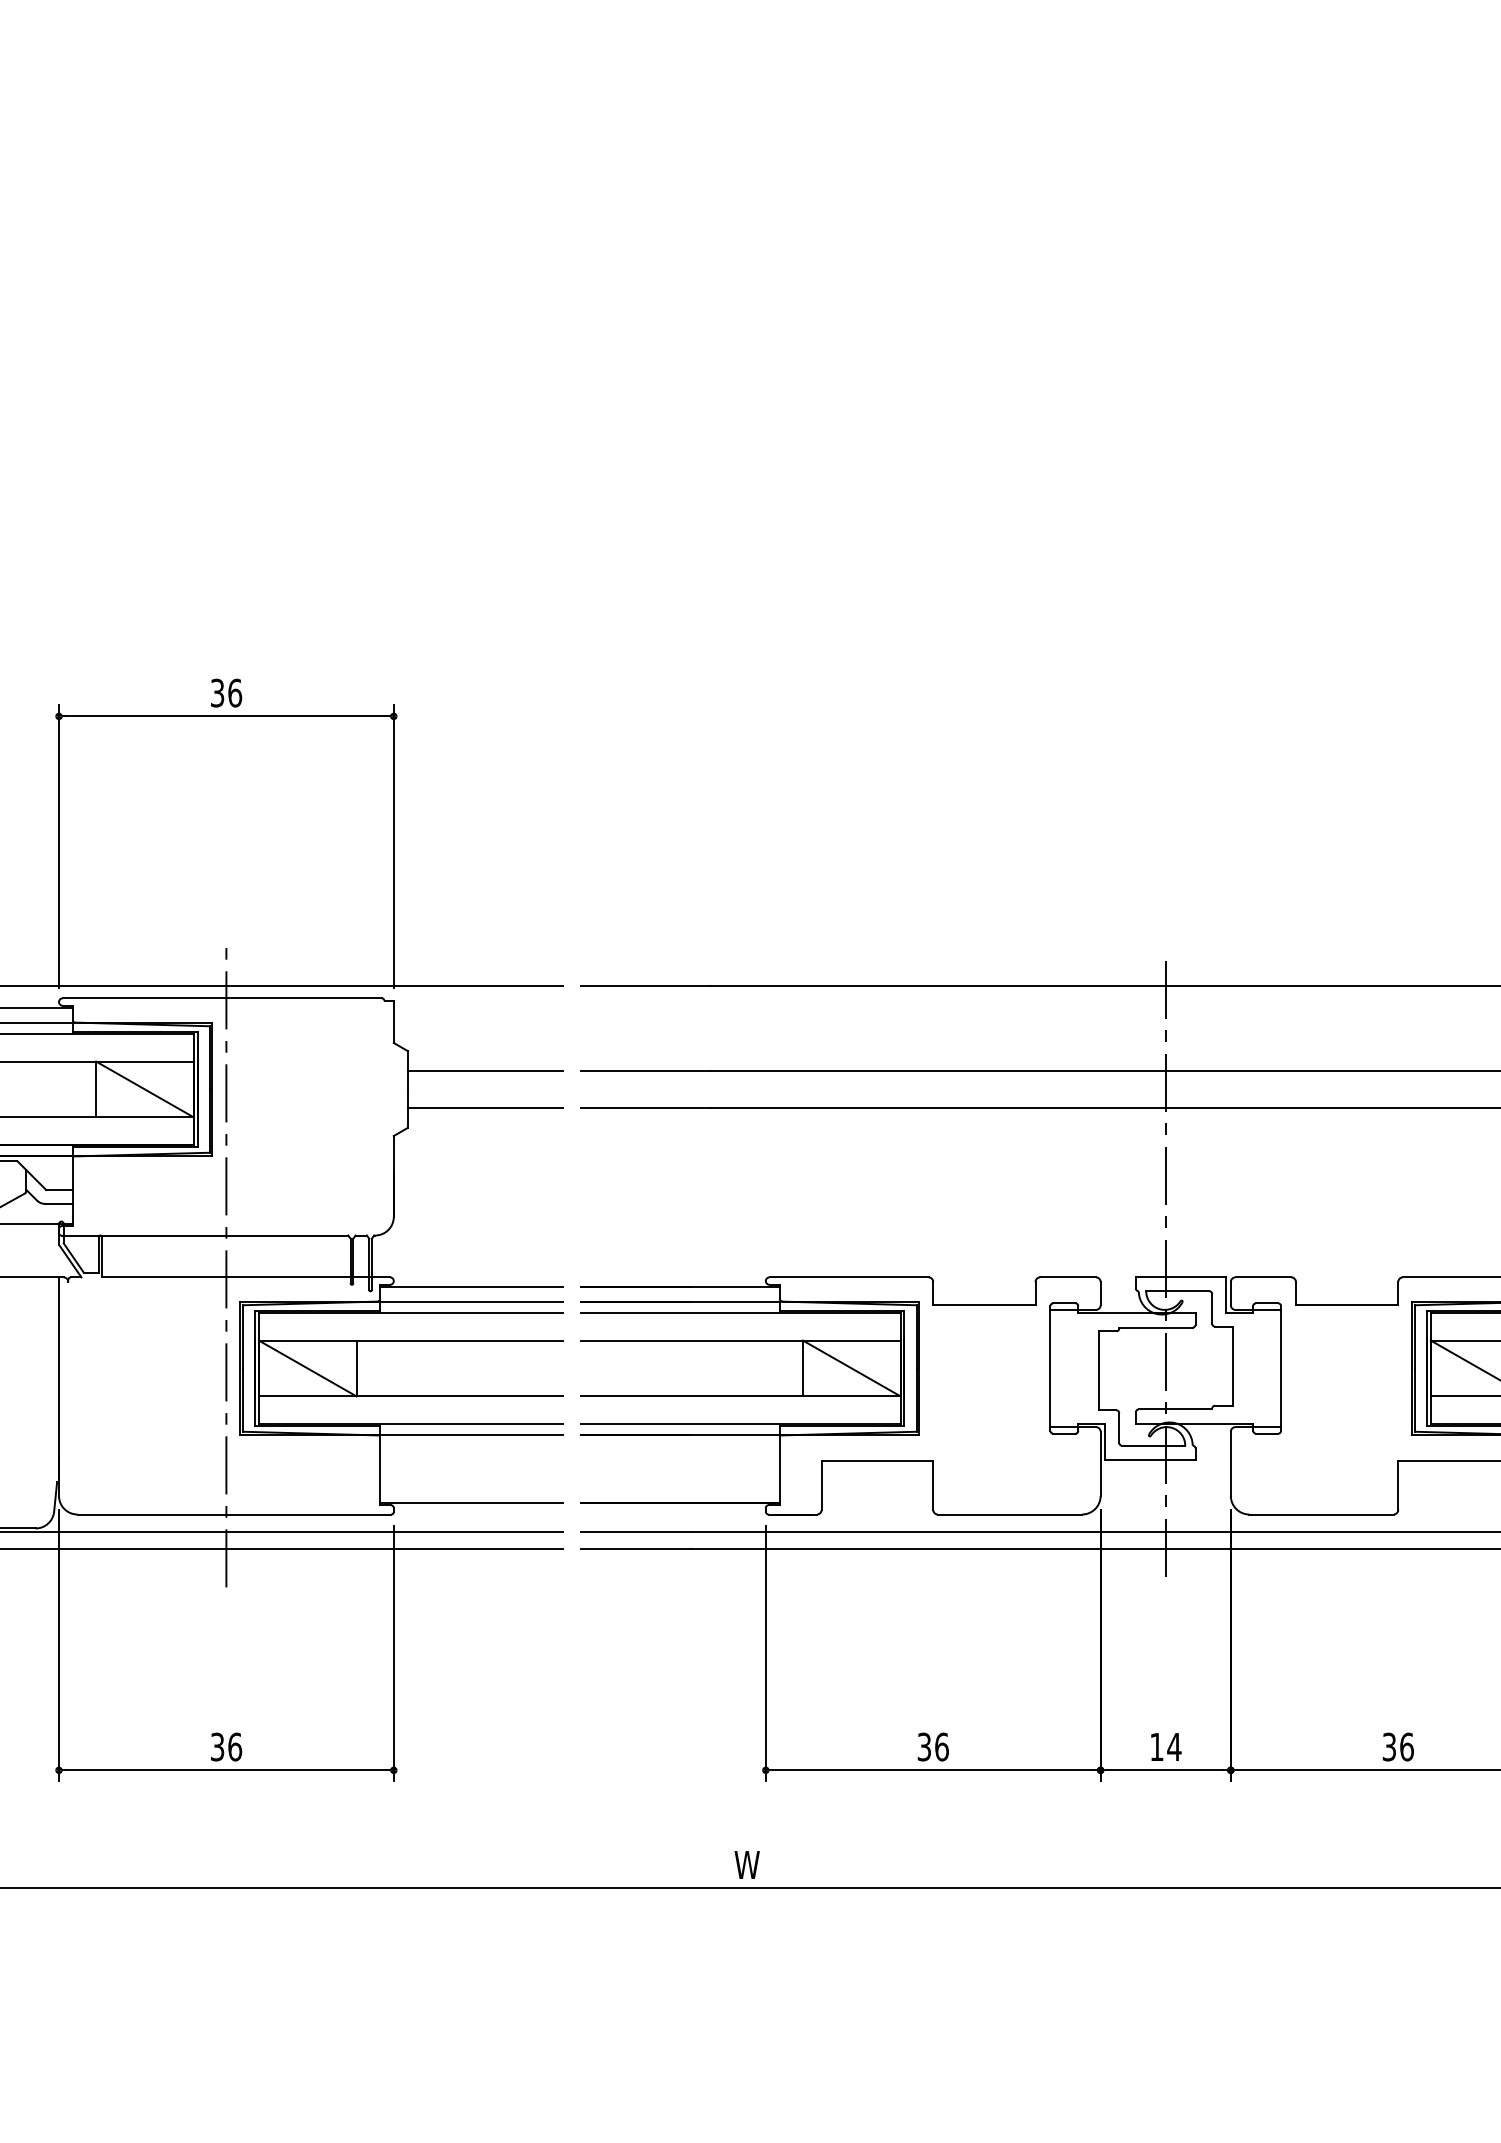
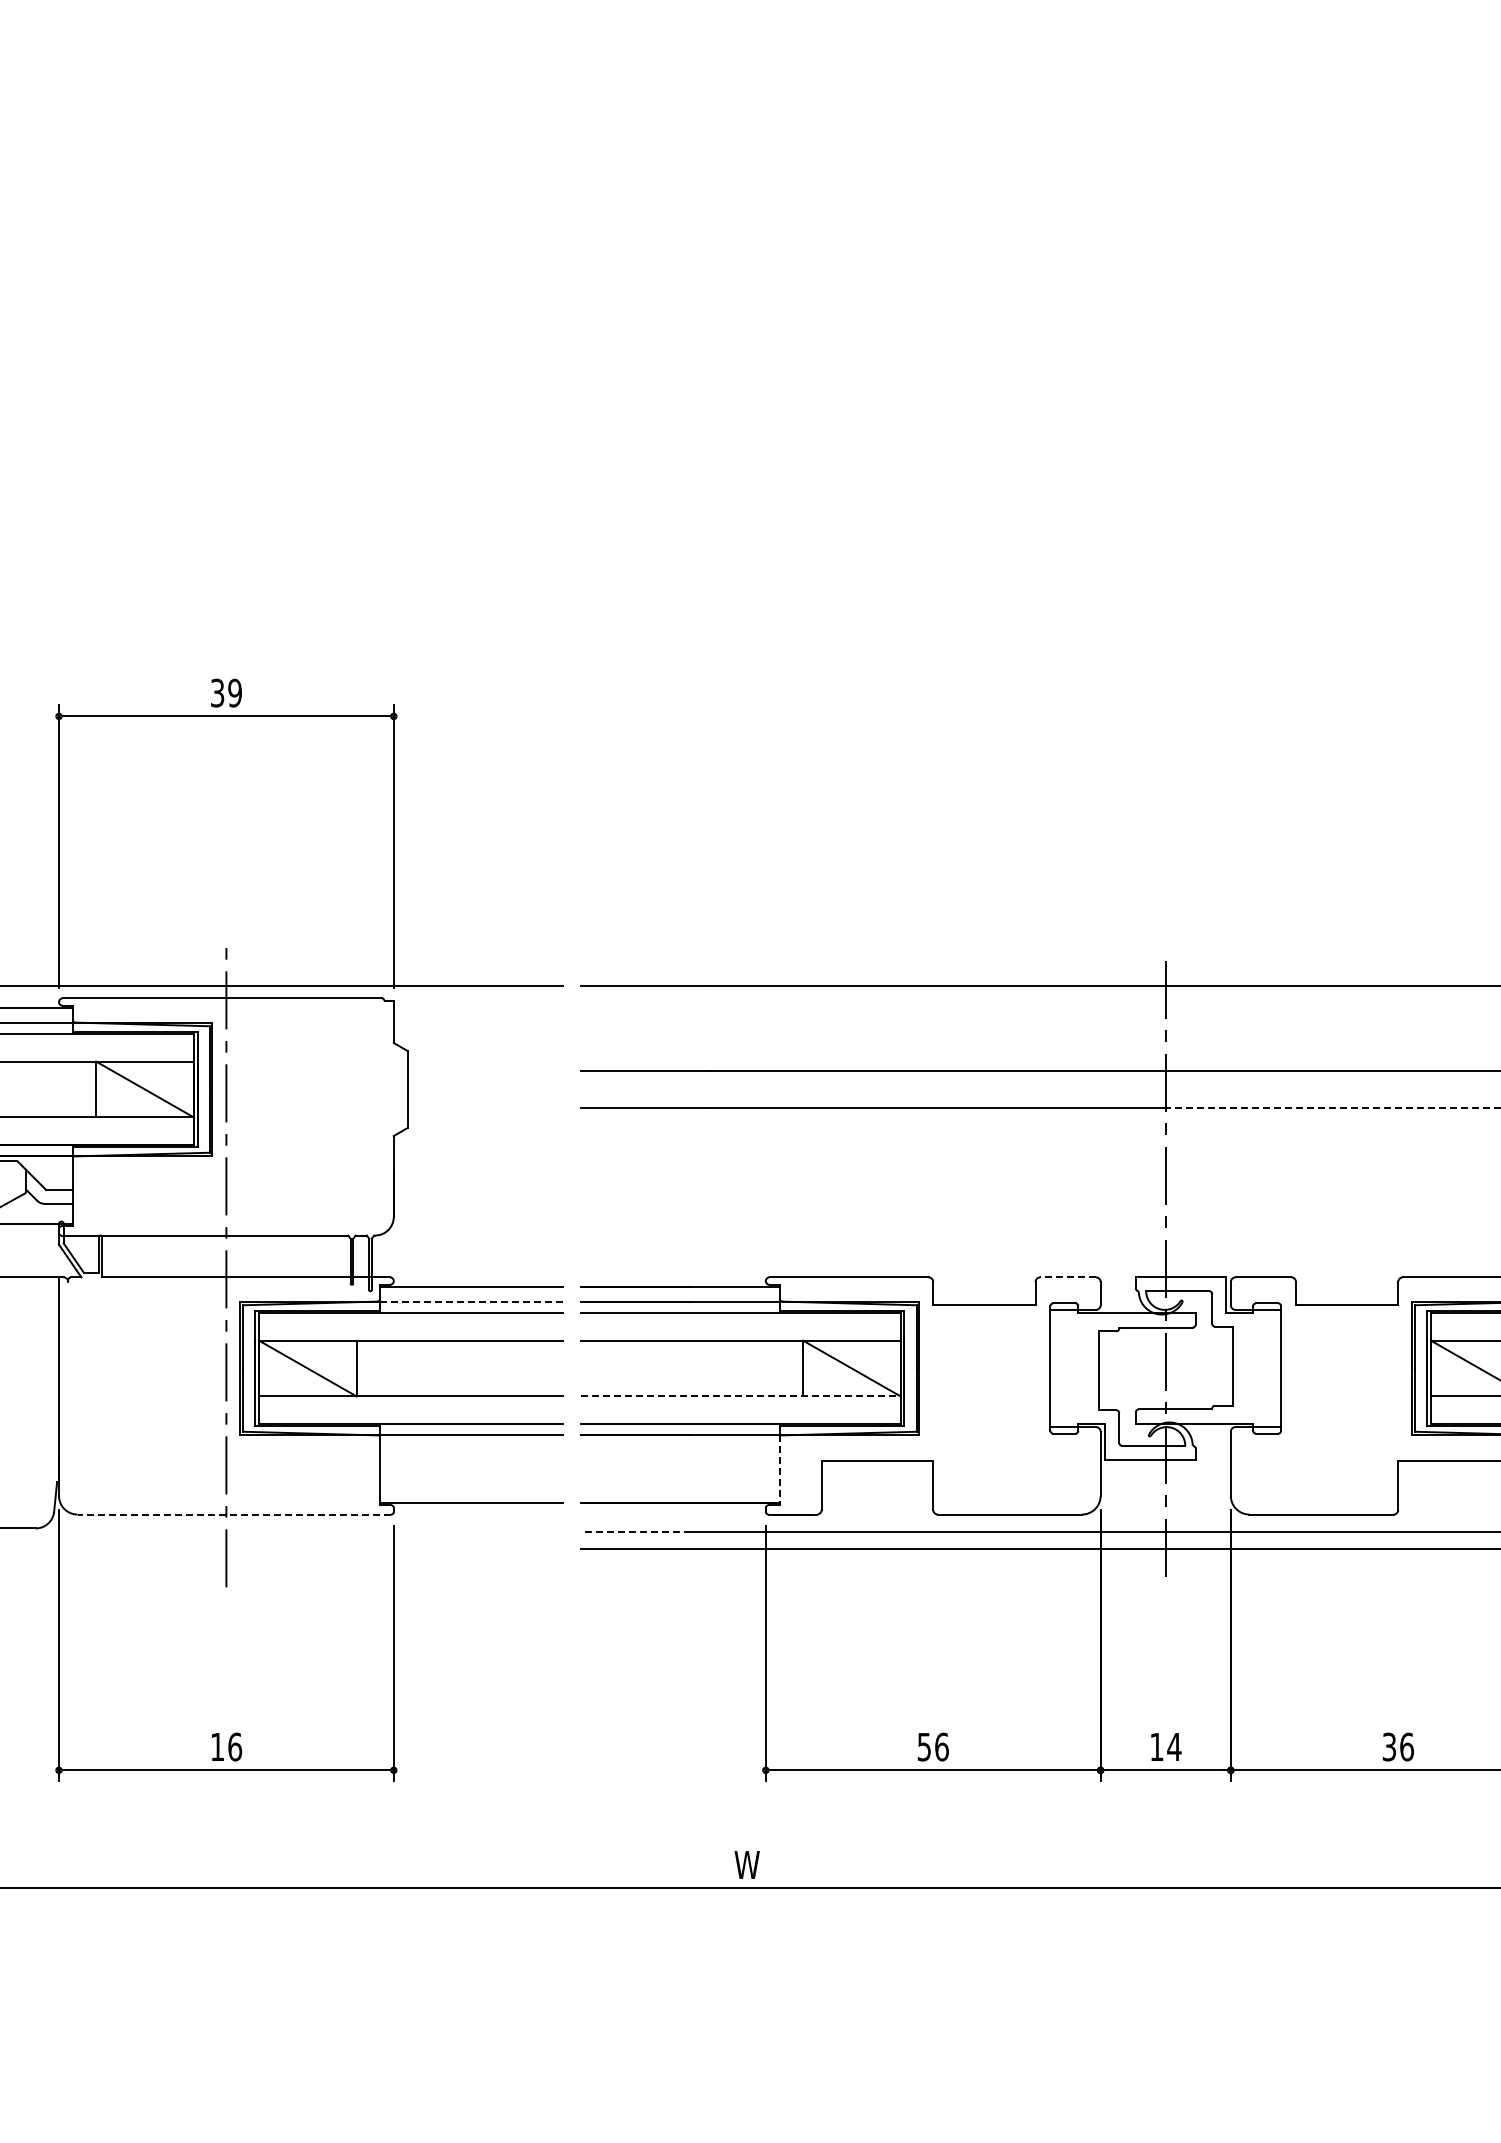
text at (235, 692): 36 -> 39
line at (484, 1070): present -> none
line at (484, 1108): present -> none
line at (1332, 1108): solid -> dashed
line at (1068, 1277): solid -> dashed
line at (469, 1301): solid -> dashed
line at (740, 1396): solid -> dashed
line at (779, 1470): solid -> dashed
line at (234, 1514): solid -> dashed
line at (282, 1532): present -> none
line at (635, 1532): solid -> dashed
line at (282, 1548): present -> none
text at (217, 1746): 36 -> 16
text at (924, 1746): 36 -> 56
